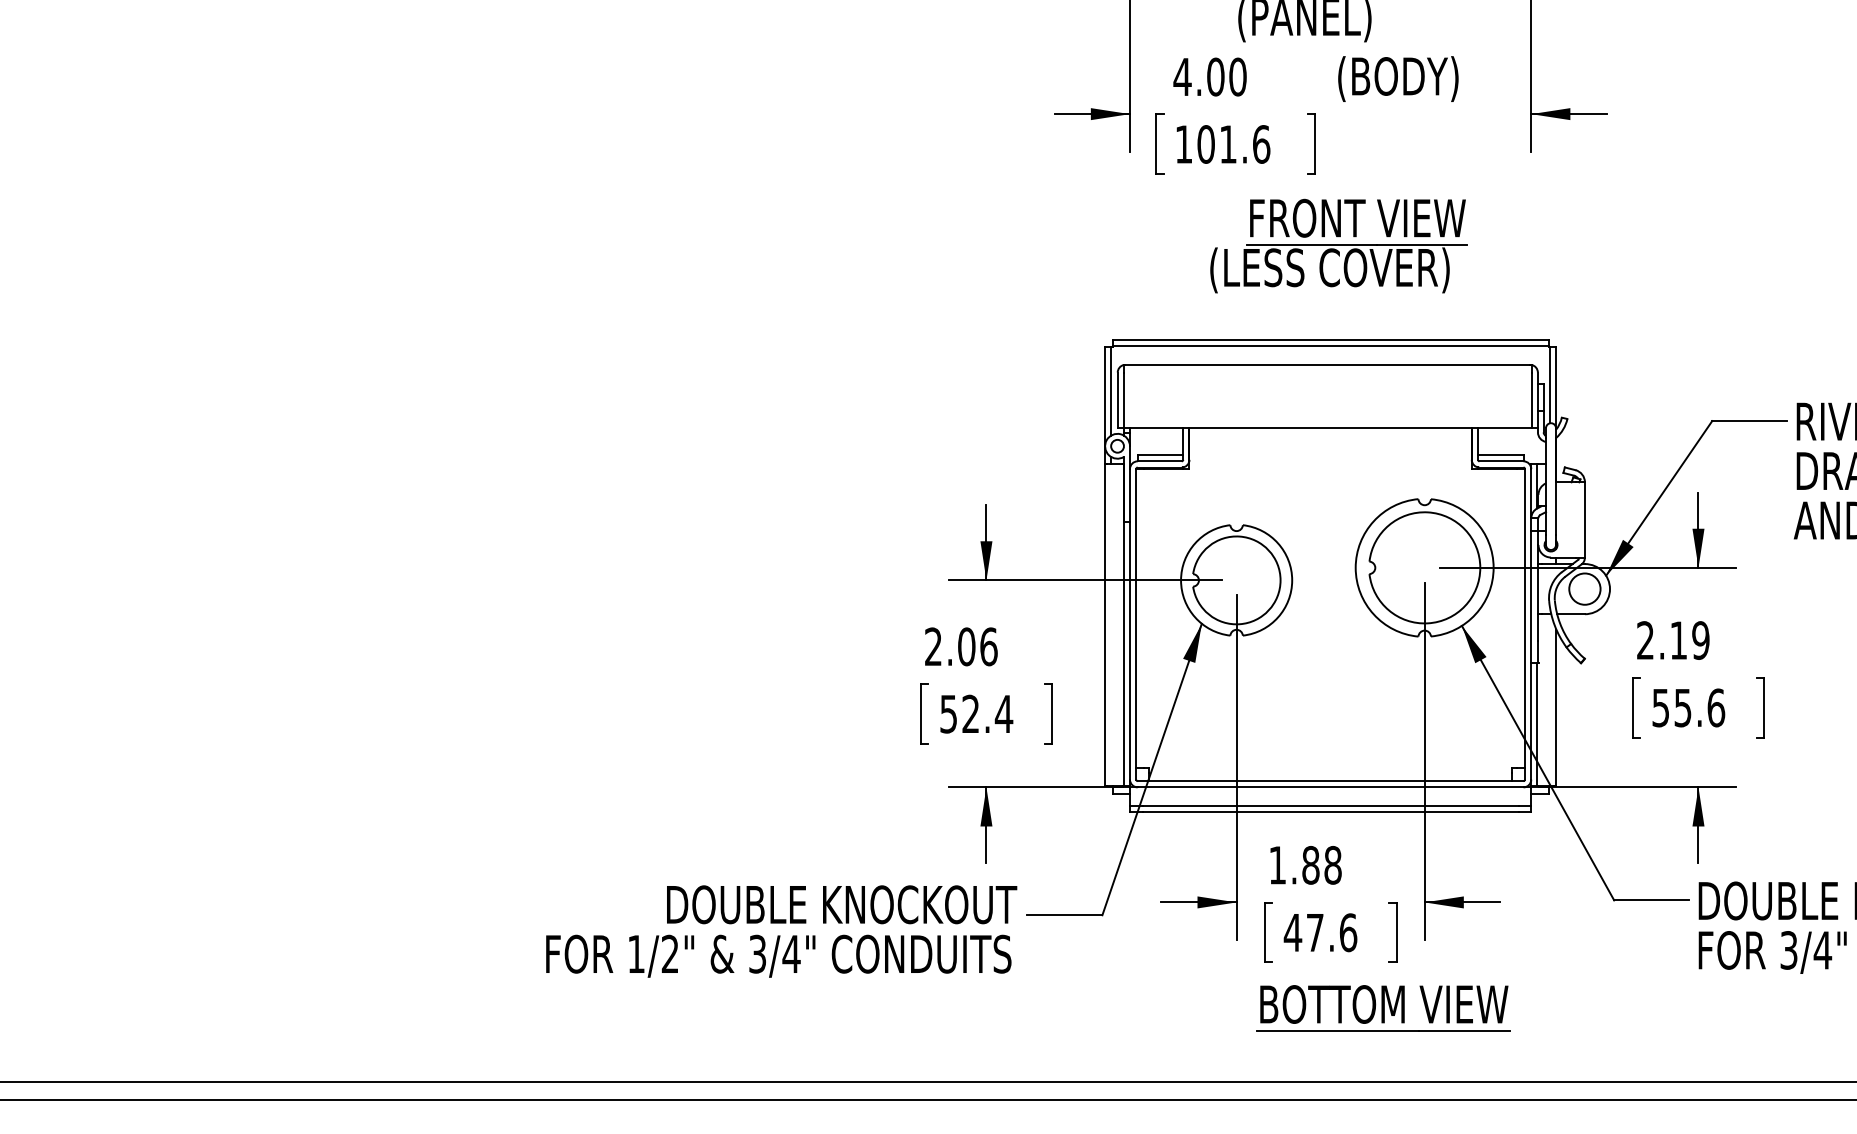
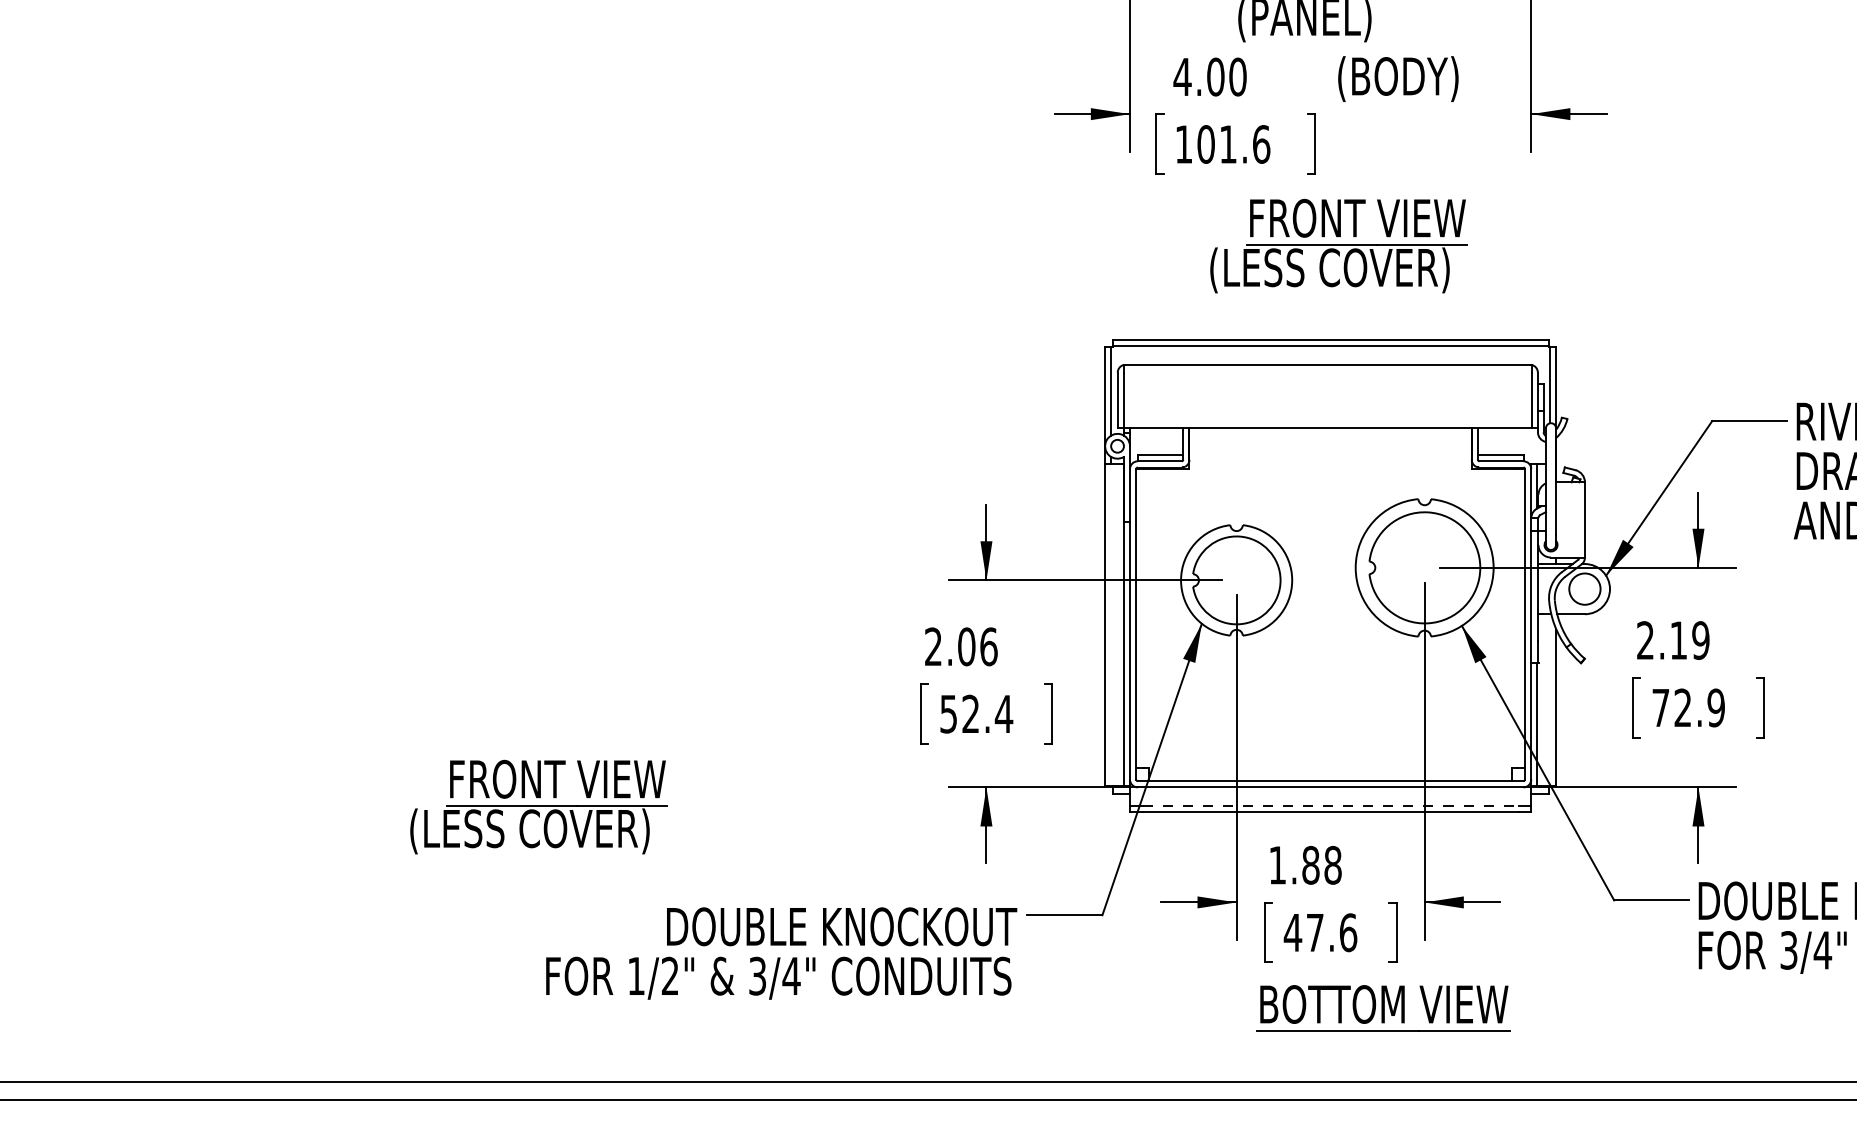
text at (1688, 707): 55.6 -> 72.9
part at (538, 806): none -> present
line at (1331, 806): solid -> dashed
text at (781, 931) position: (781, 931) -> (781, 953)
